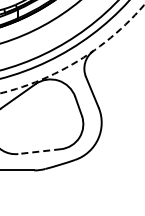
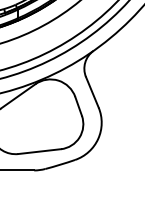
circle at (72, 48): dashed -> solid
line at (39, 151): dashed -> solid
